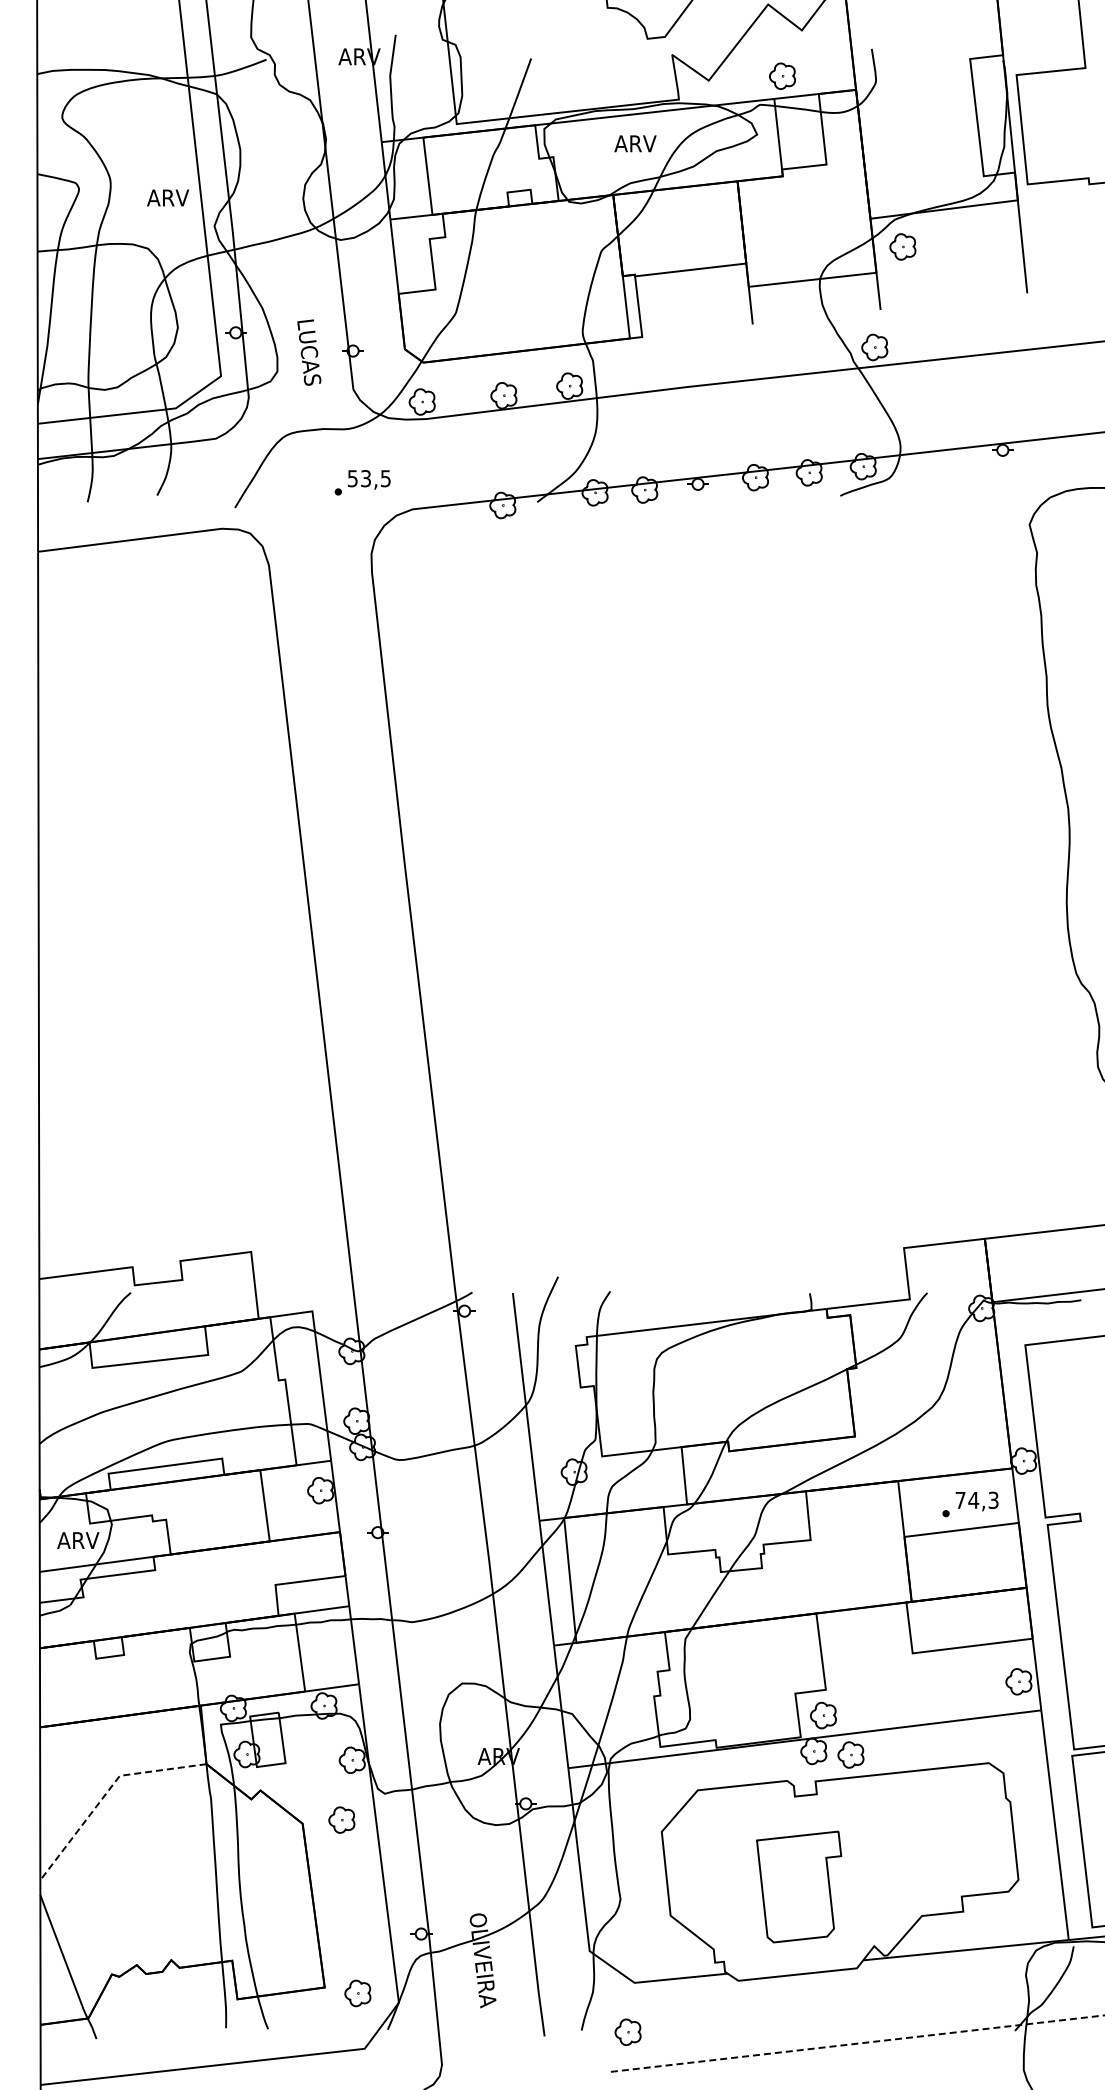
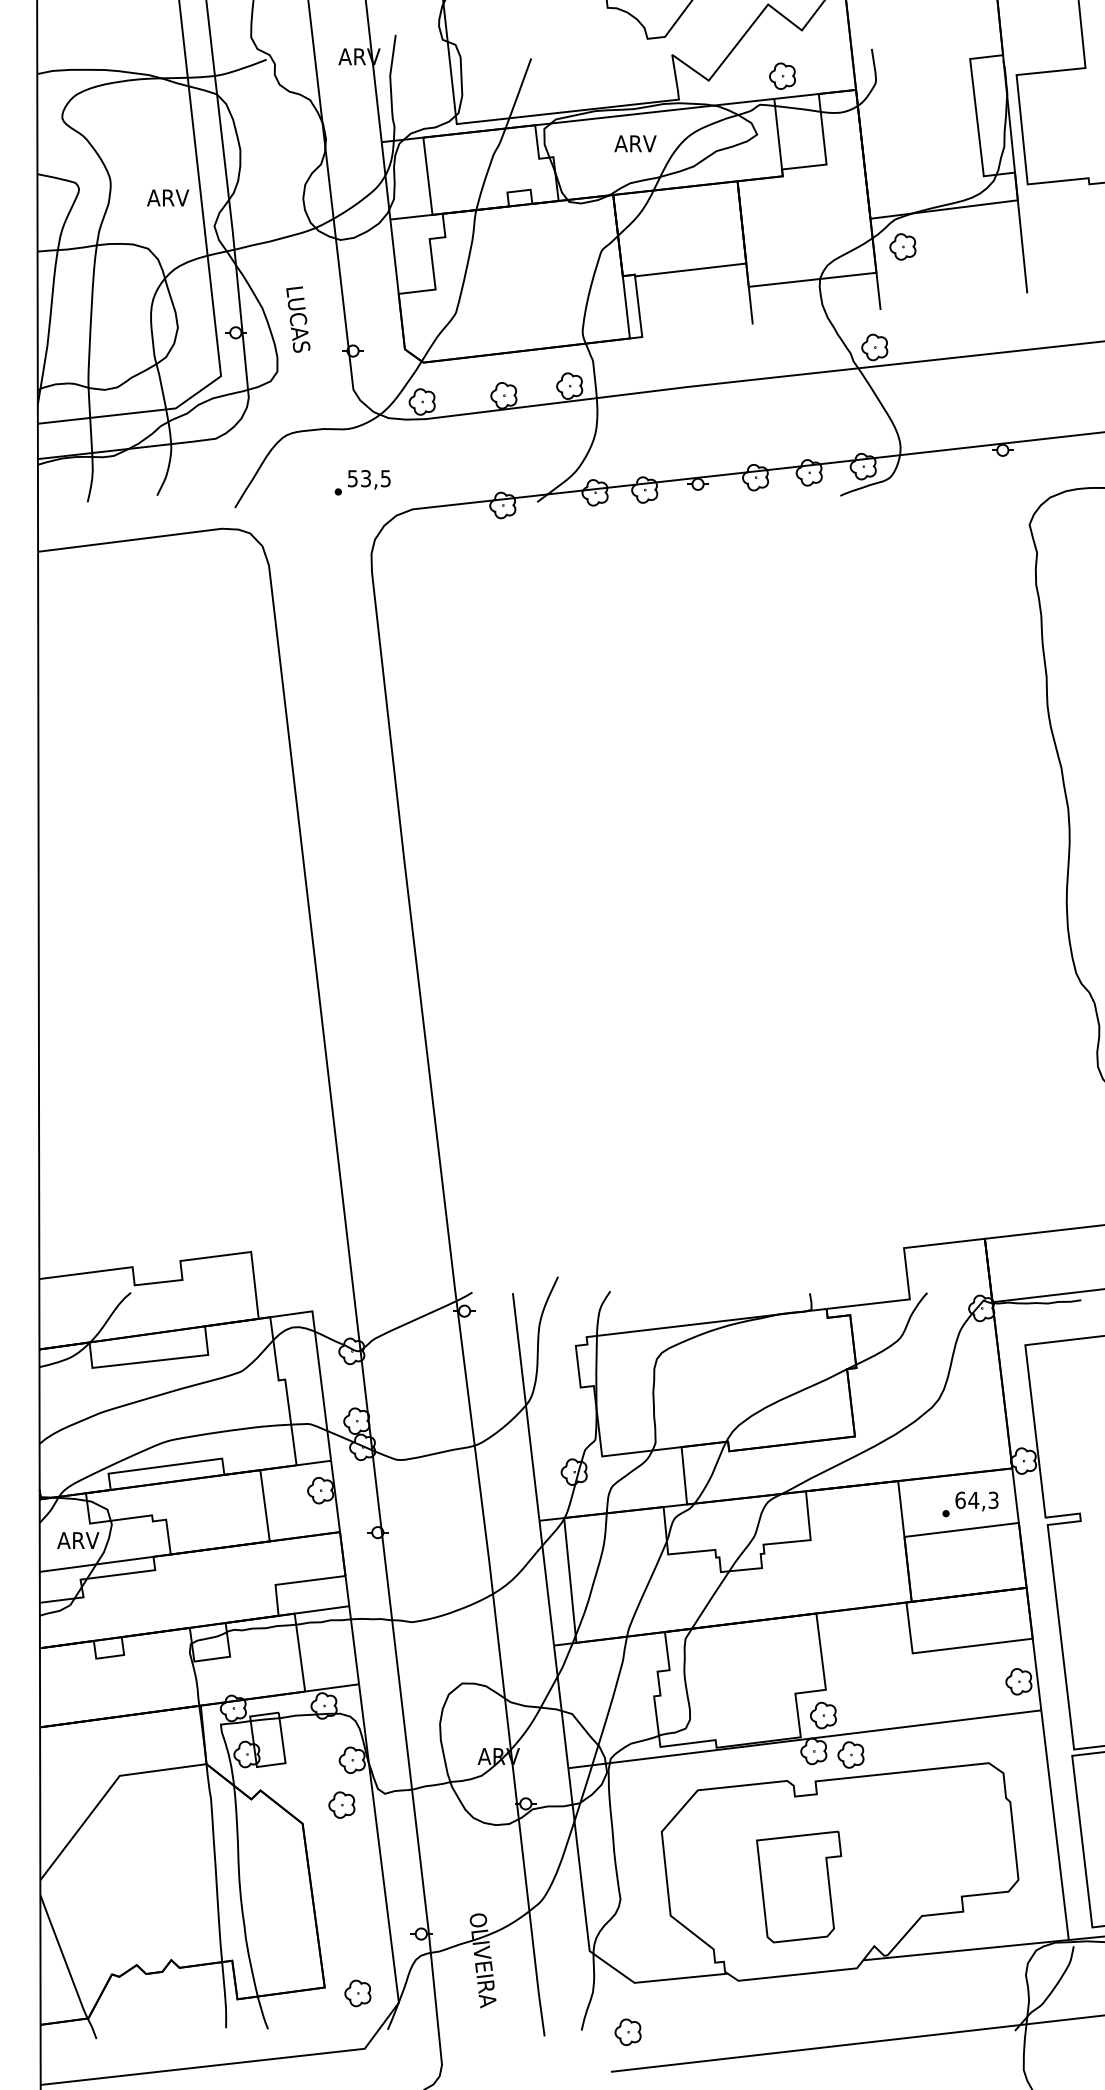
text at (309, 352) position: (309, 352) -> (298, 319)
text at (960, 1499): 74,3 -> 64,3
line at (106, 1793): dashed -> solid
part at (341, 1819) position: (341, 1819) -> (341, 1804)
line at (858, 2043): dashed -> solid
